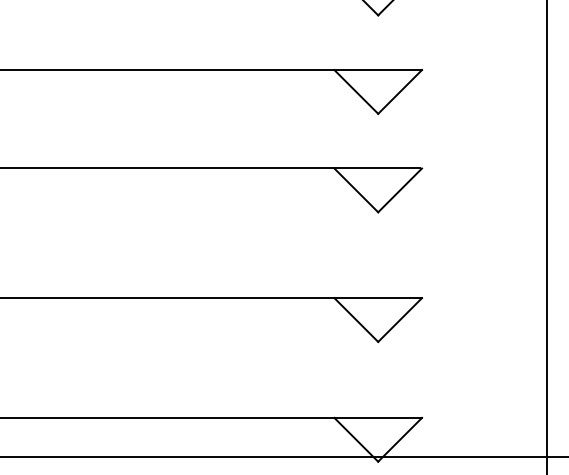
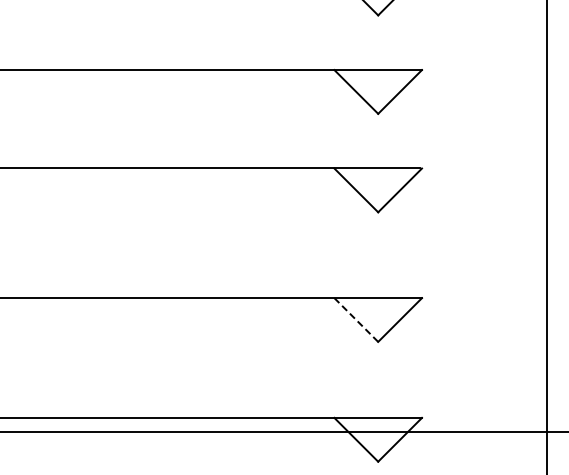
line at (356, 320): solid -> dashed
line at (283, 456) position: (283, 456) -> (283, 431)
